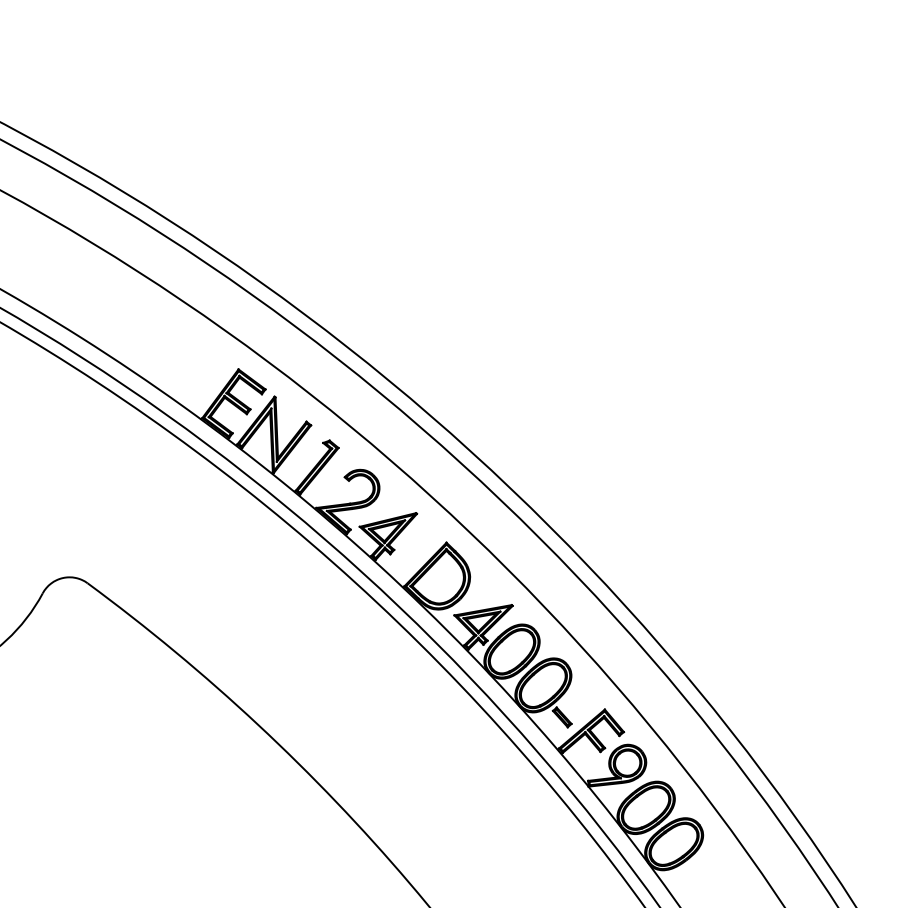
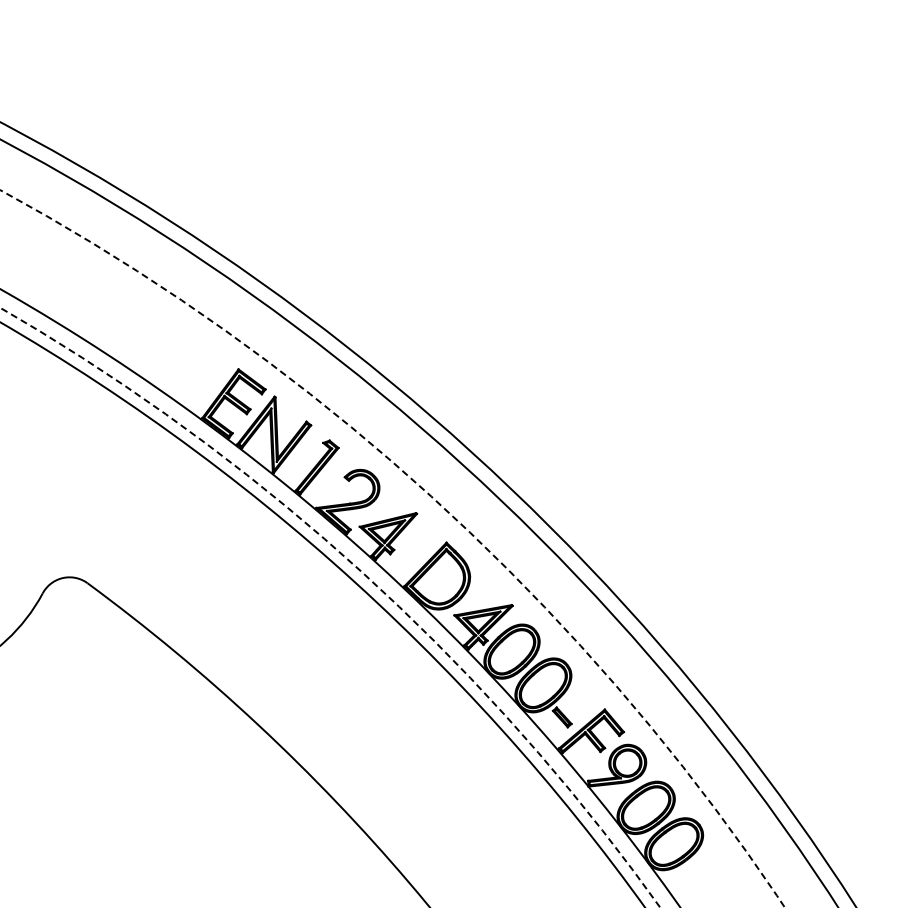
circle at (392, 548): solid -> dashed
circle at (330, 607): solid -> dashed
